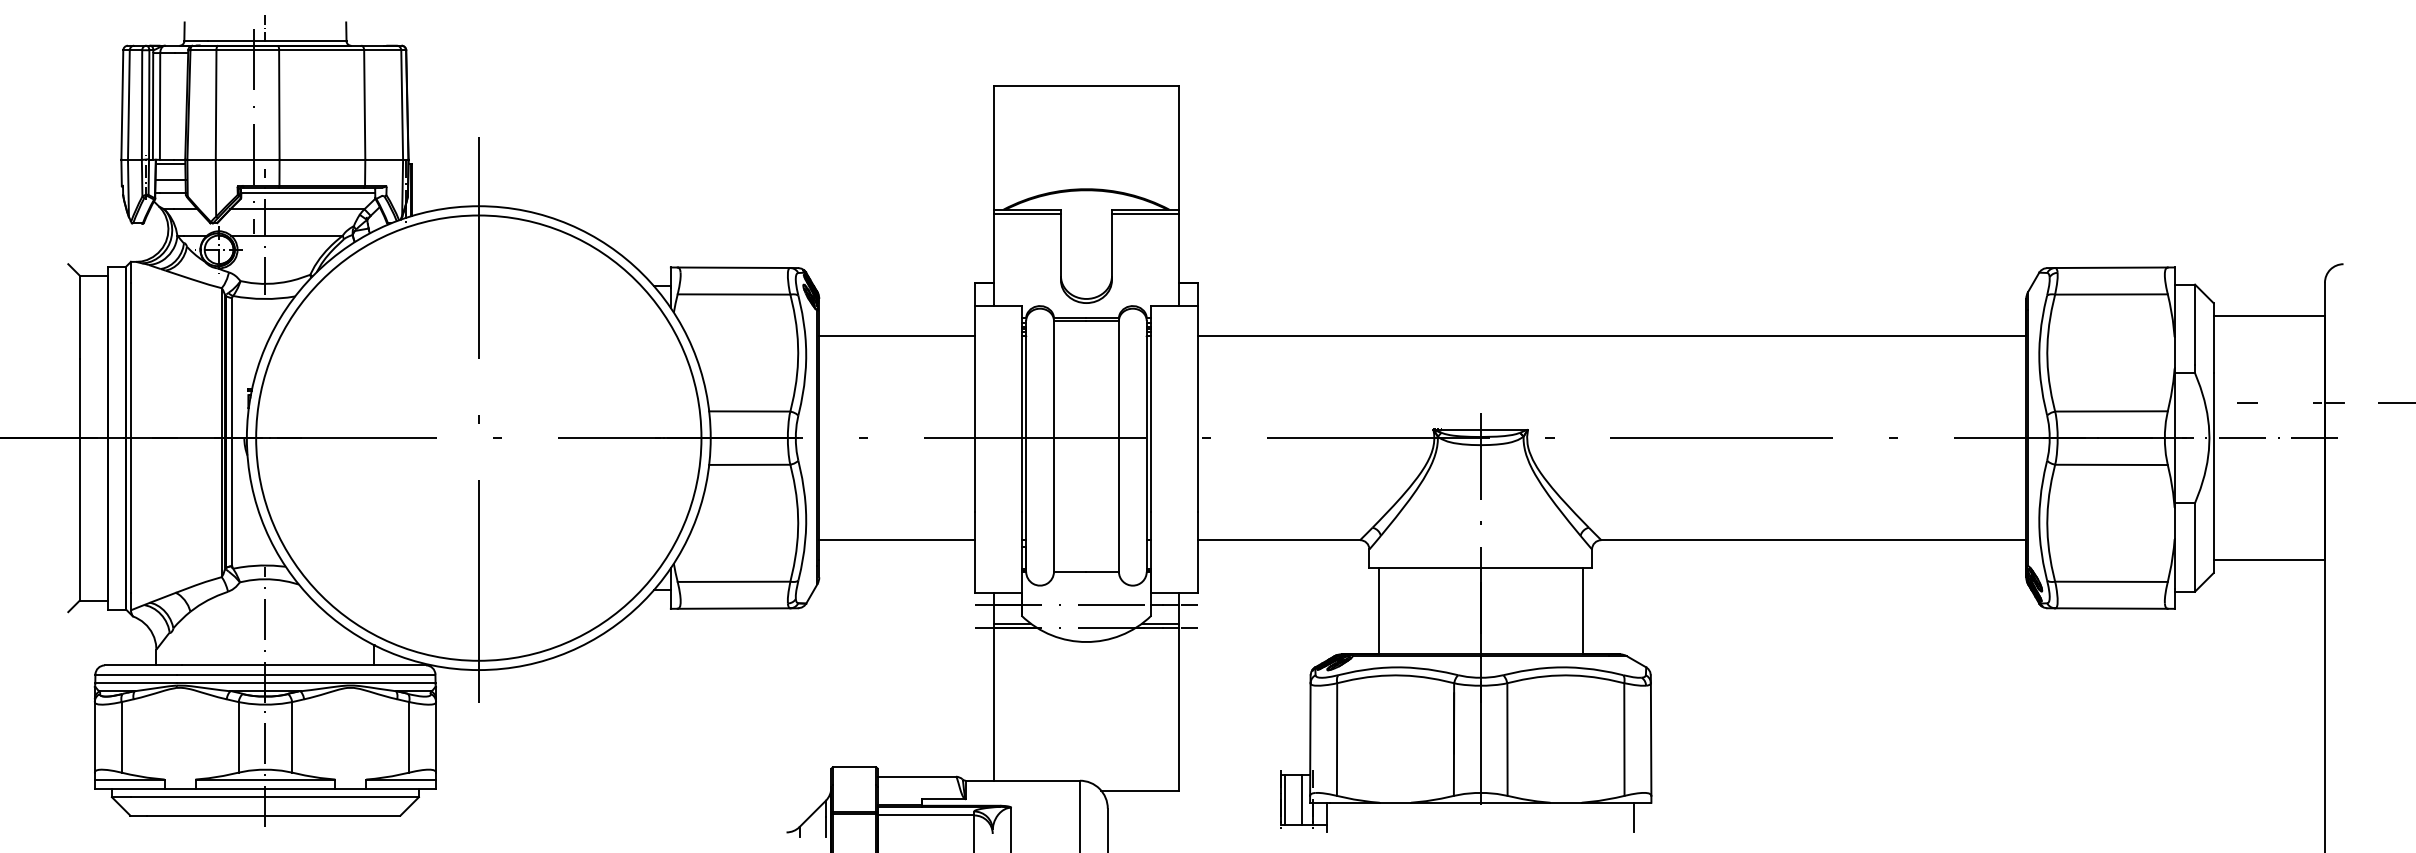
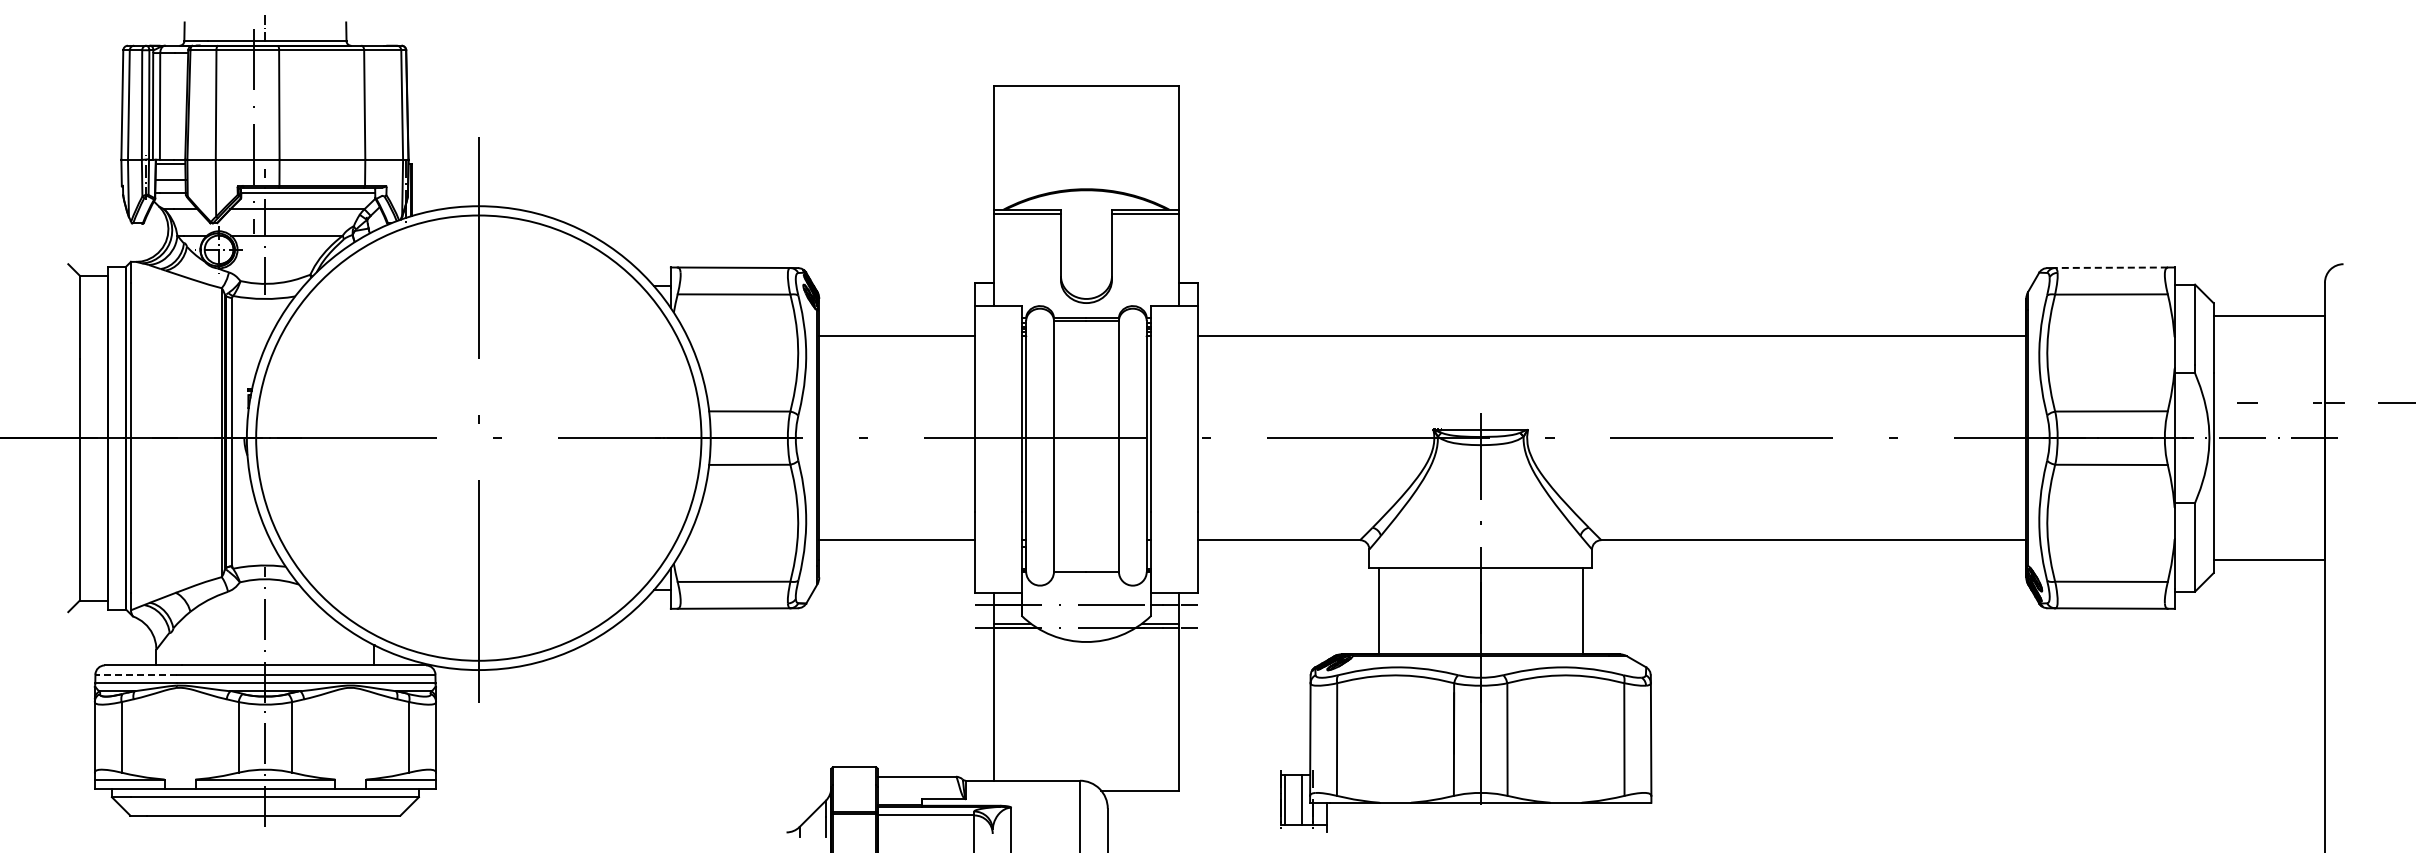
line at (2110, 267): solid -> dashed
line at (136, 674): solid -> dashed
line at (1634, 817): present -> none
